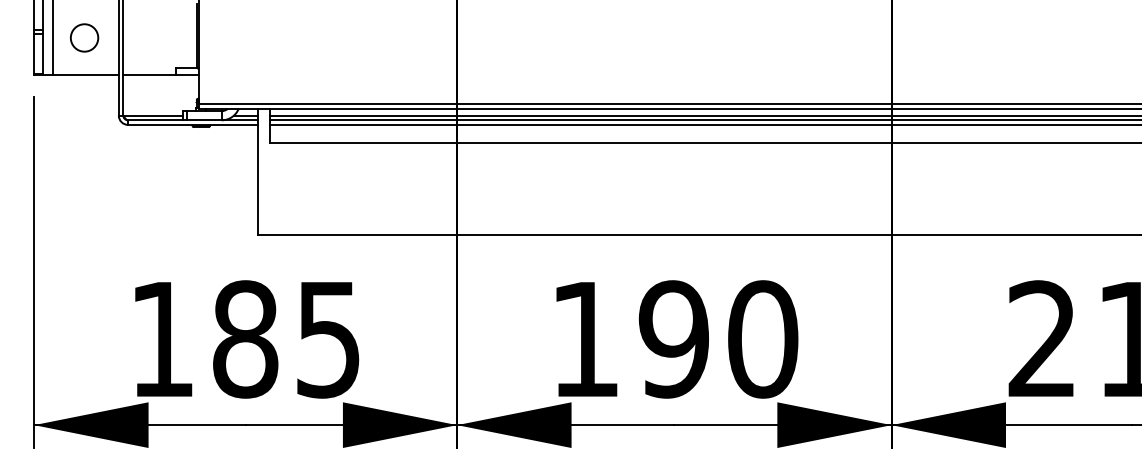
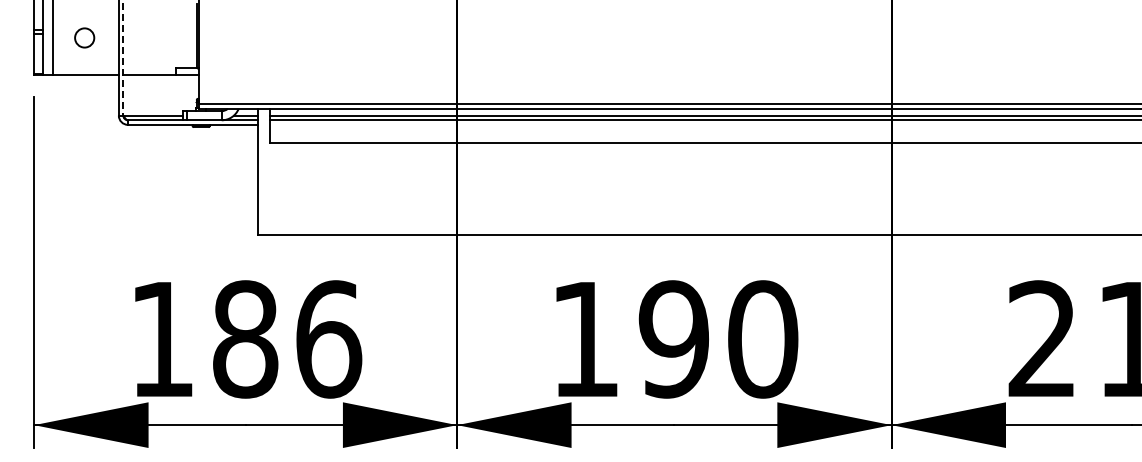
circle at (84, 37) size: 30x30 px -> 22x22 px
line at (123, 58): solid -> dashed
line at (703, 124): present -> none
text at (329, 339): 185 -> 186
